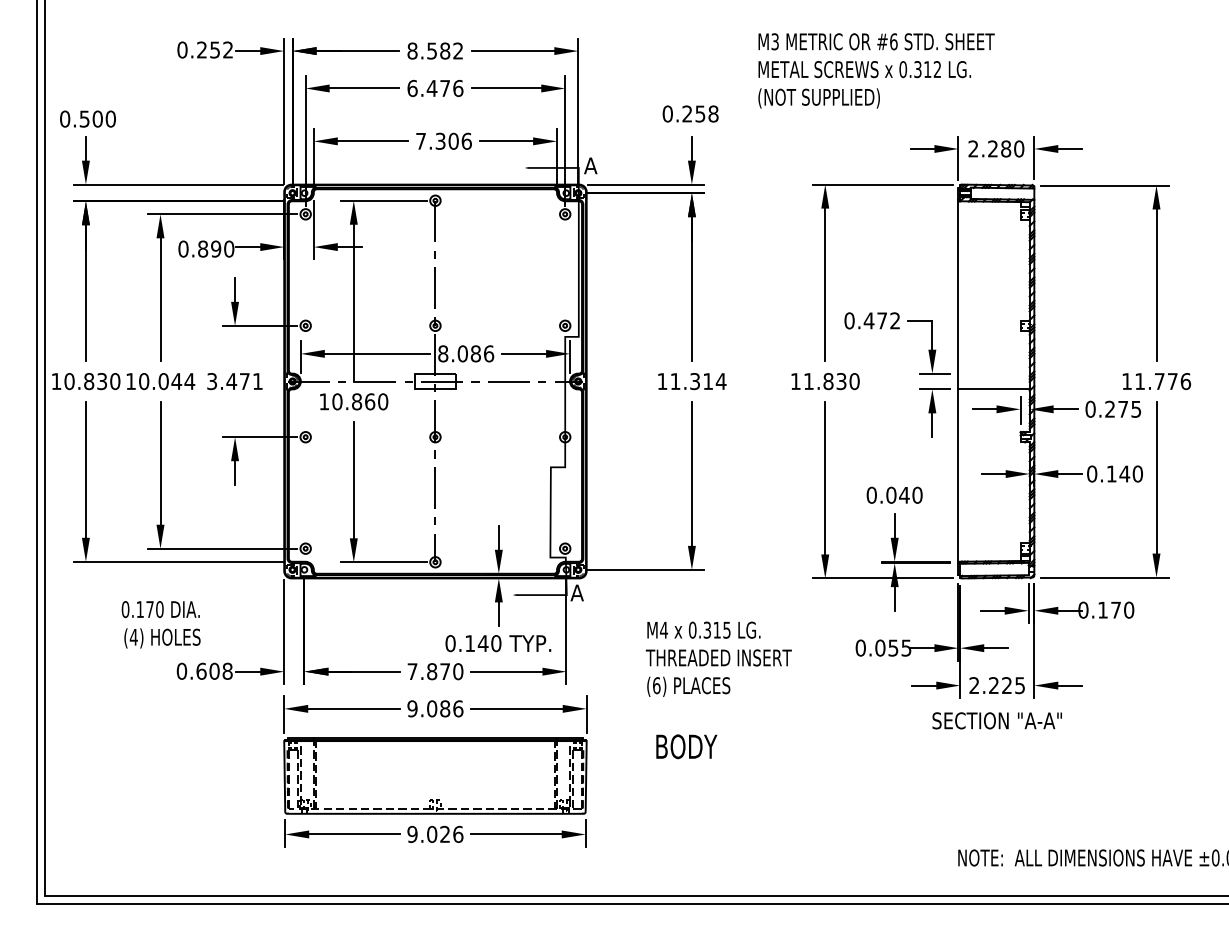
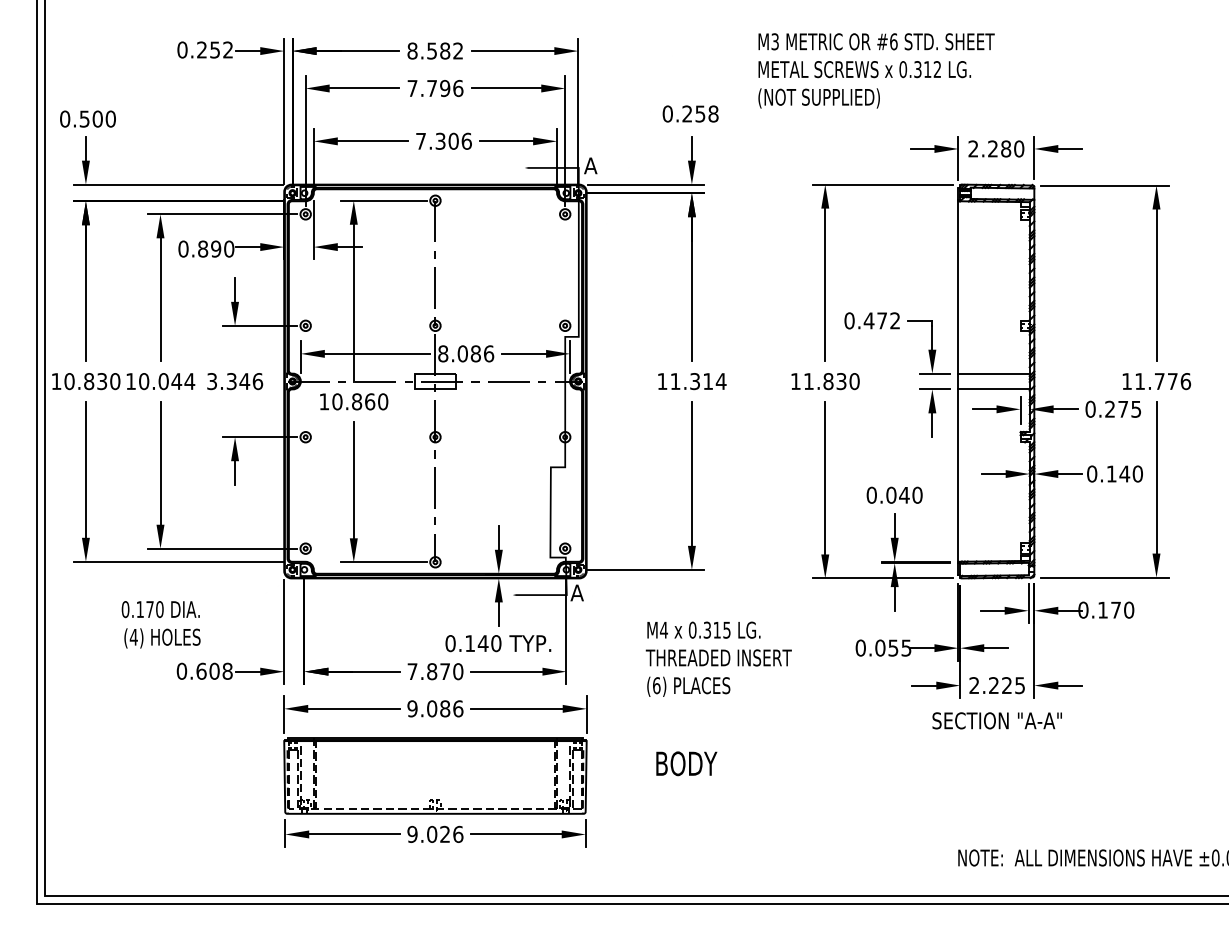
text at (428, 88): 6.476 -> 7.796
line at (993, 373): none -> present
text at (244, 381): 3.471 -> 3.346
text at (686, 746) position: (686, 746) -> (686, 763)
